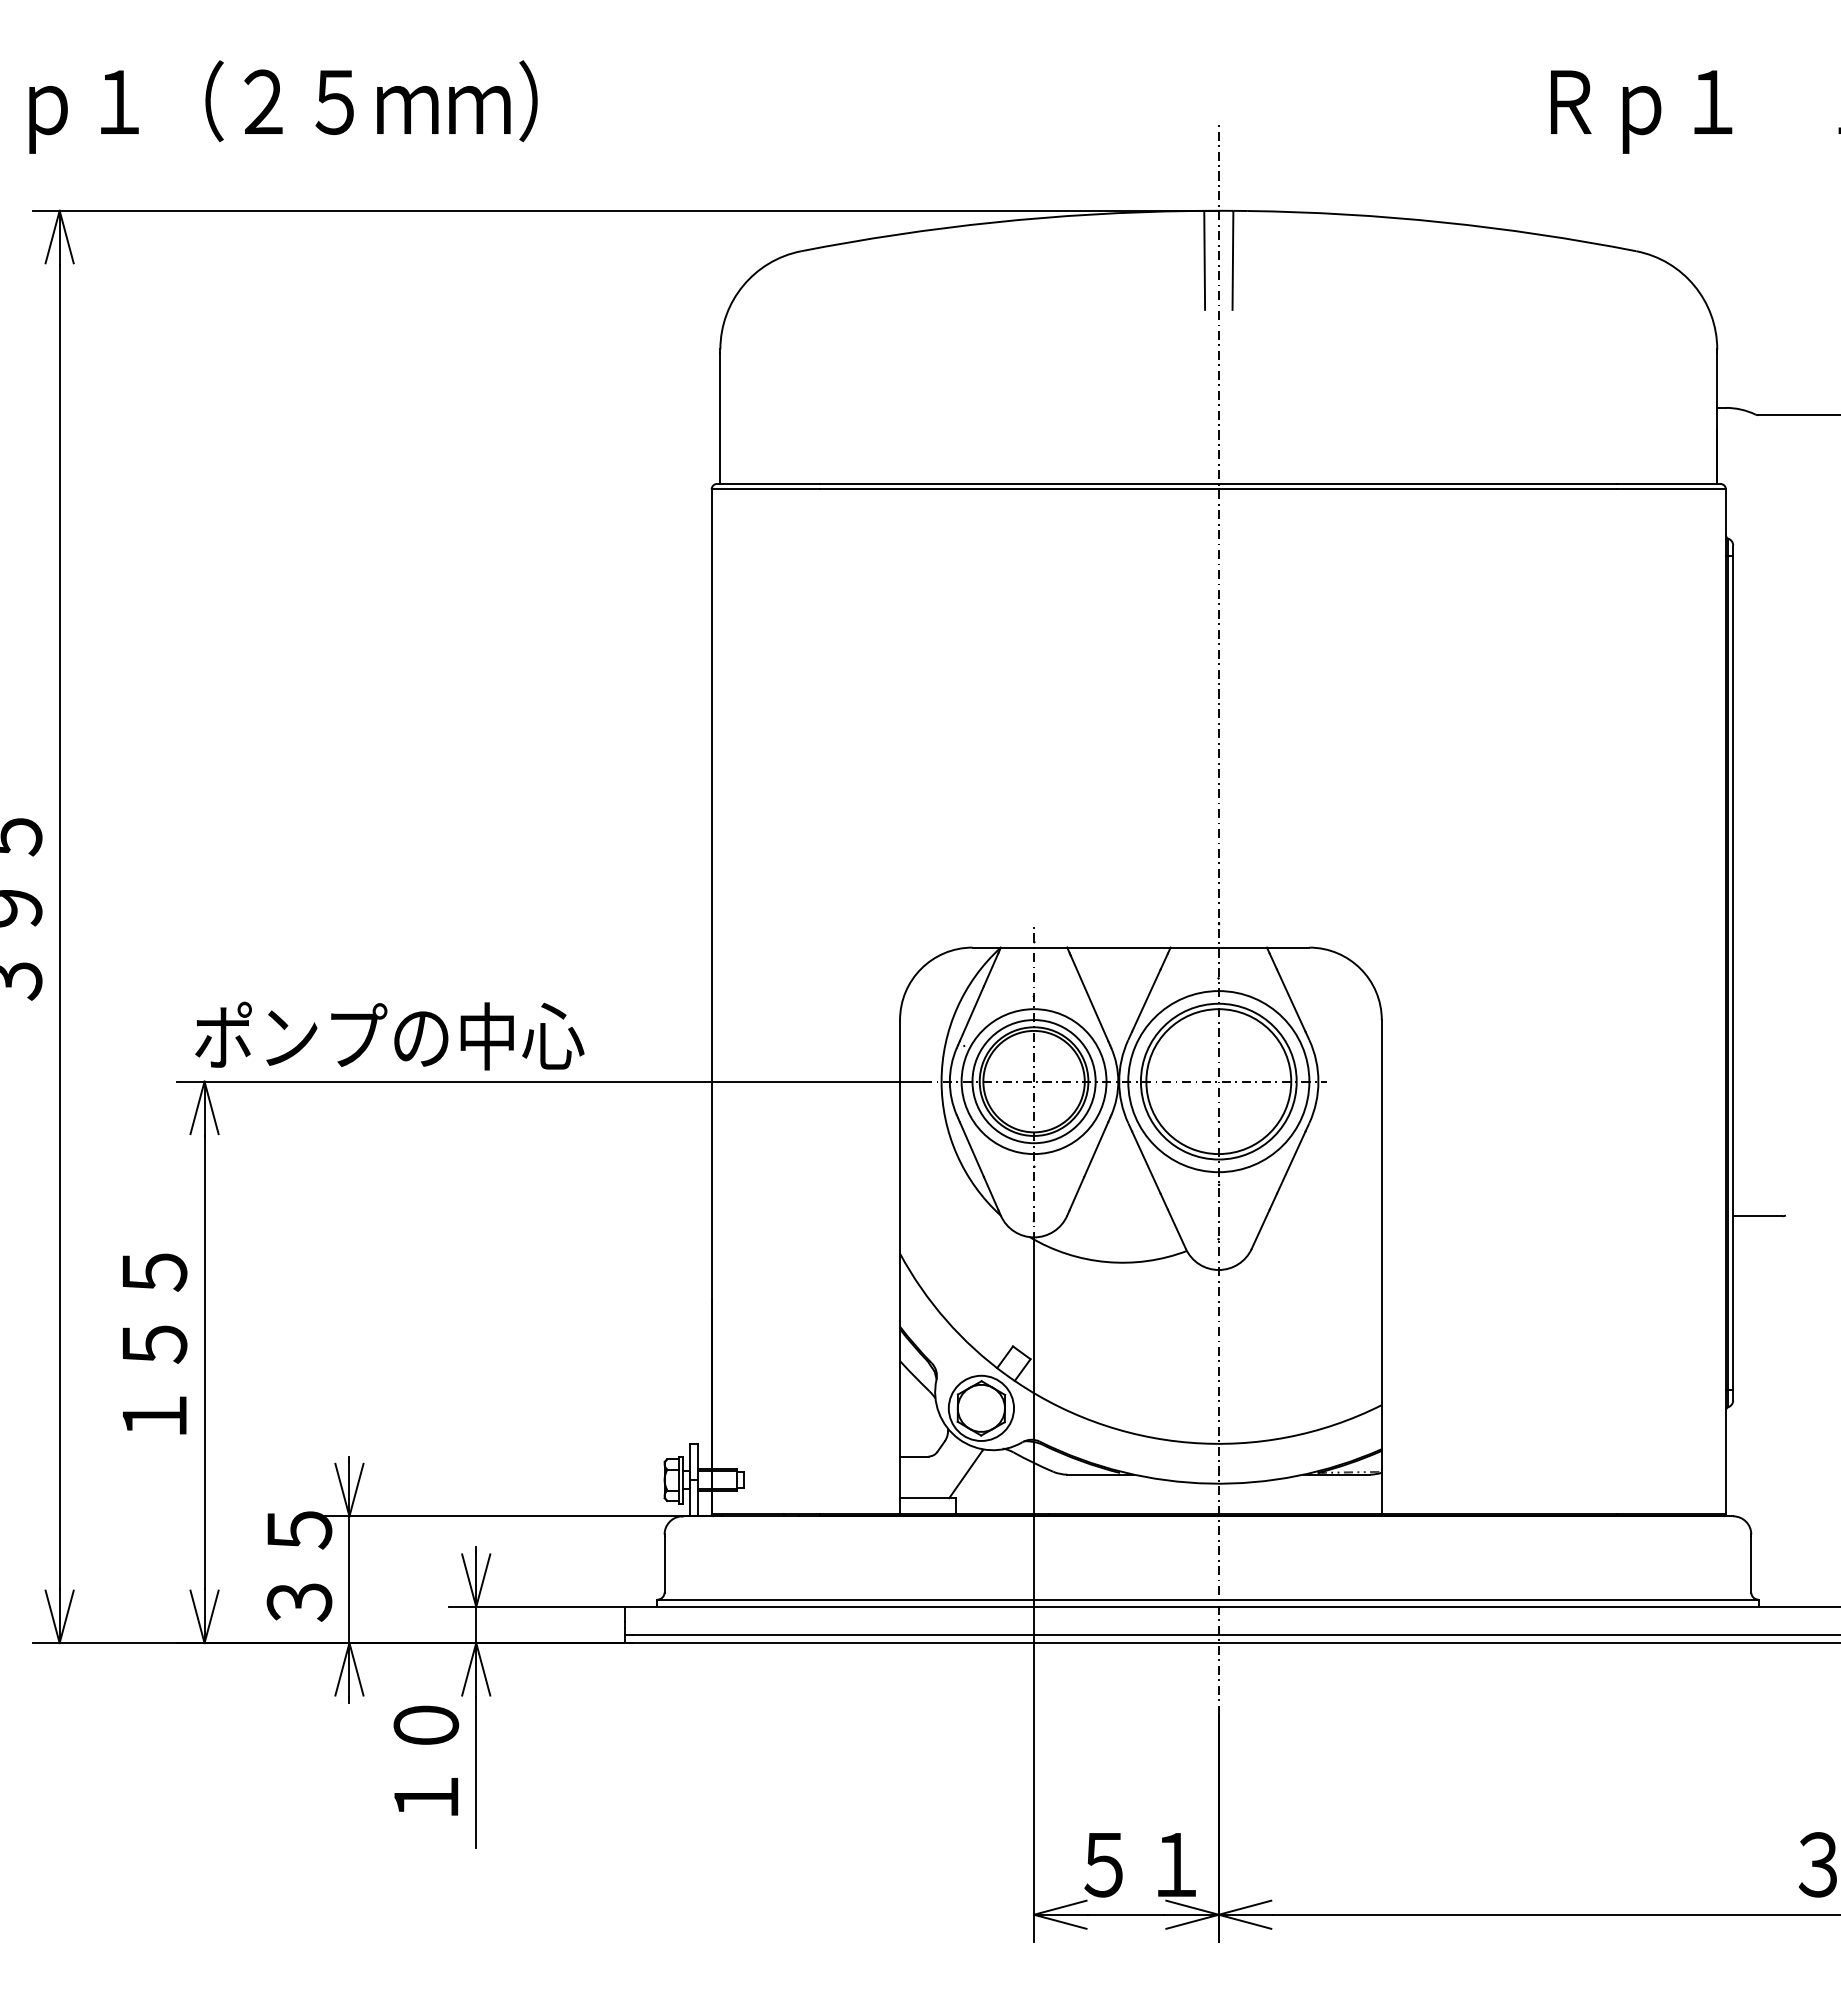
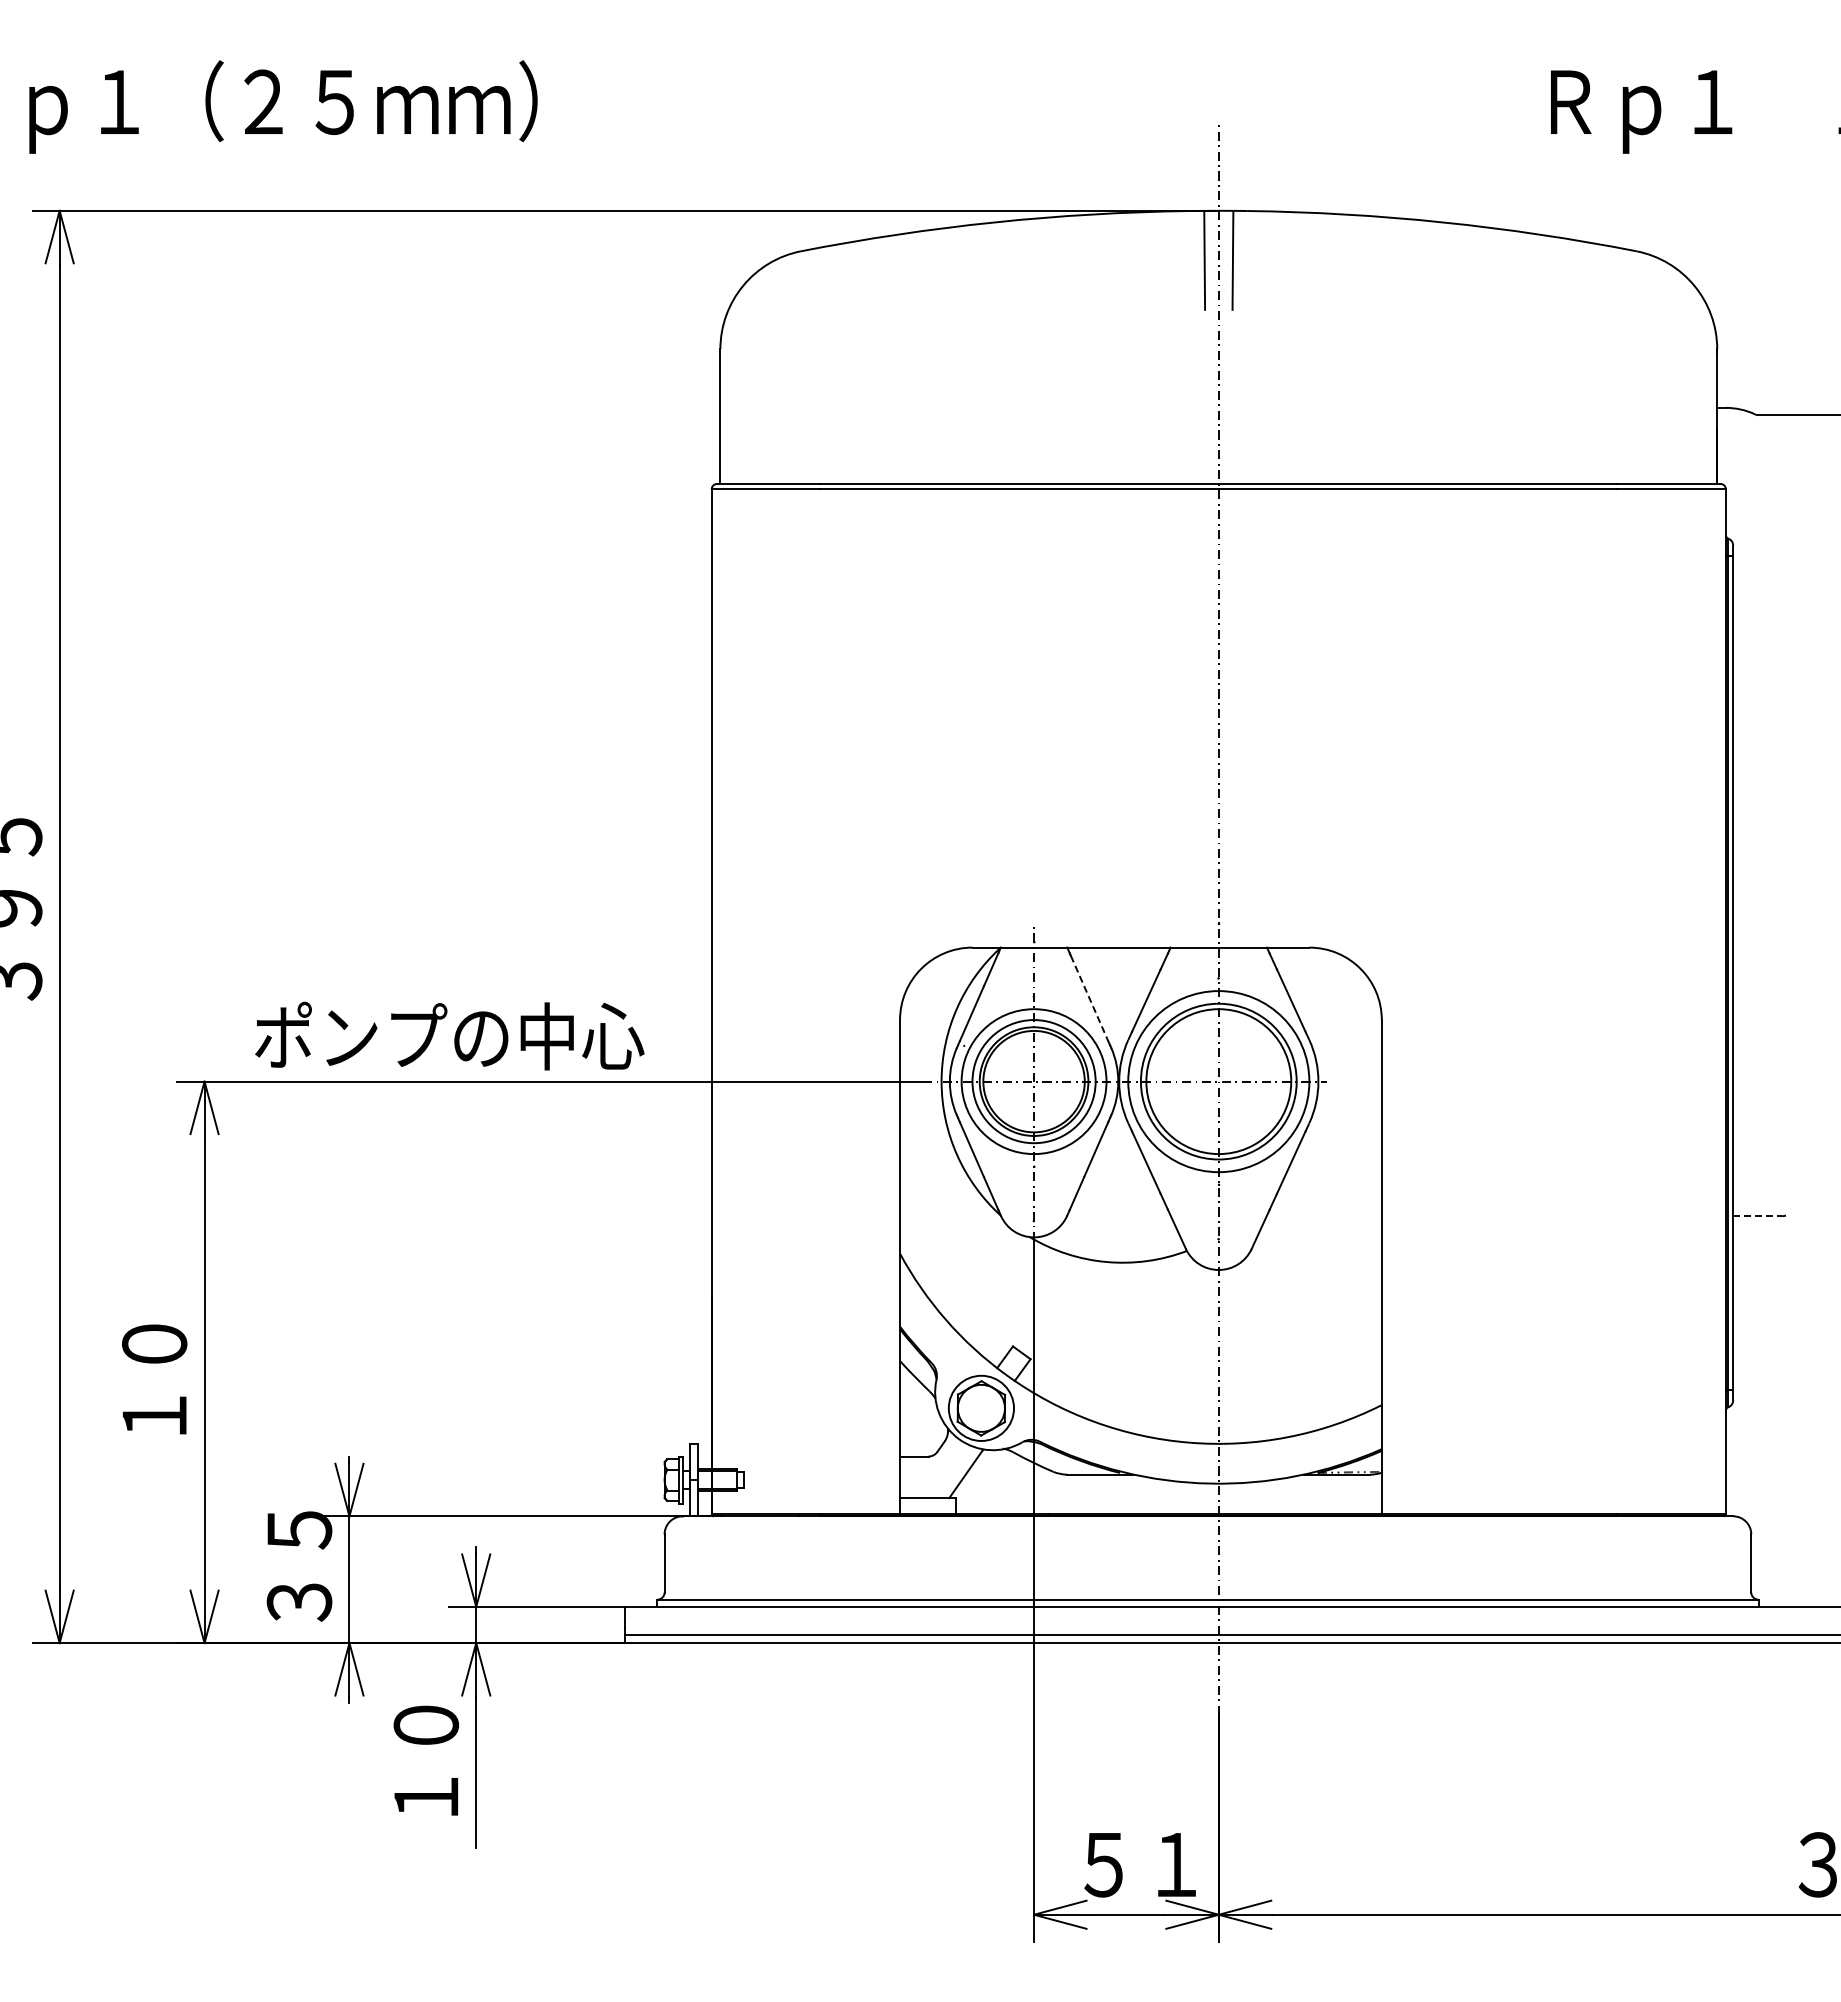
line at (1089, 998): solid -> dashed
text at (389, 1035) position: (389, 1035) -> (449, 1035)
line at (1758, 1216): solid -> dashed
text at (154, 1308): １５５ -> １０
